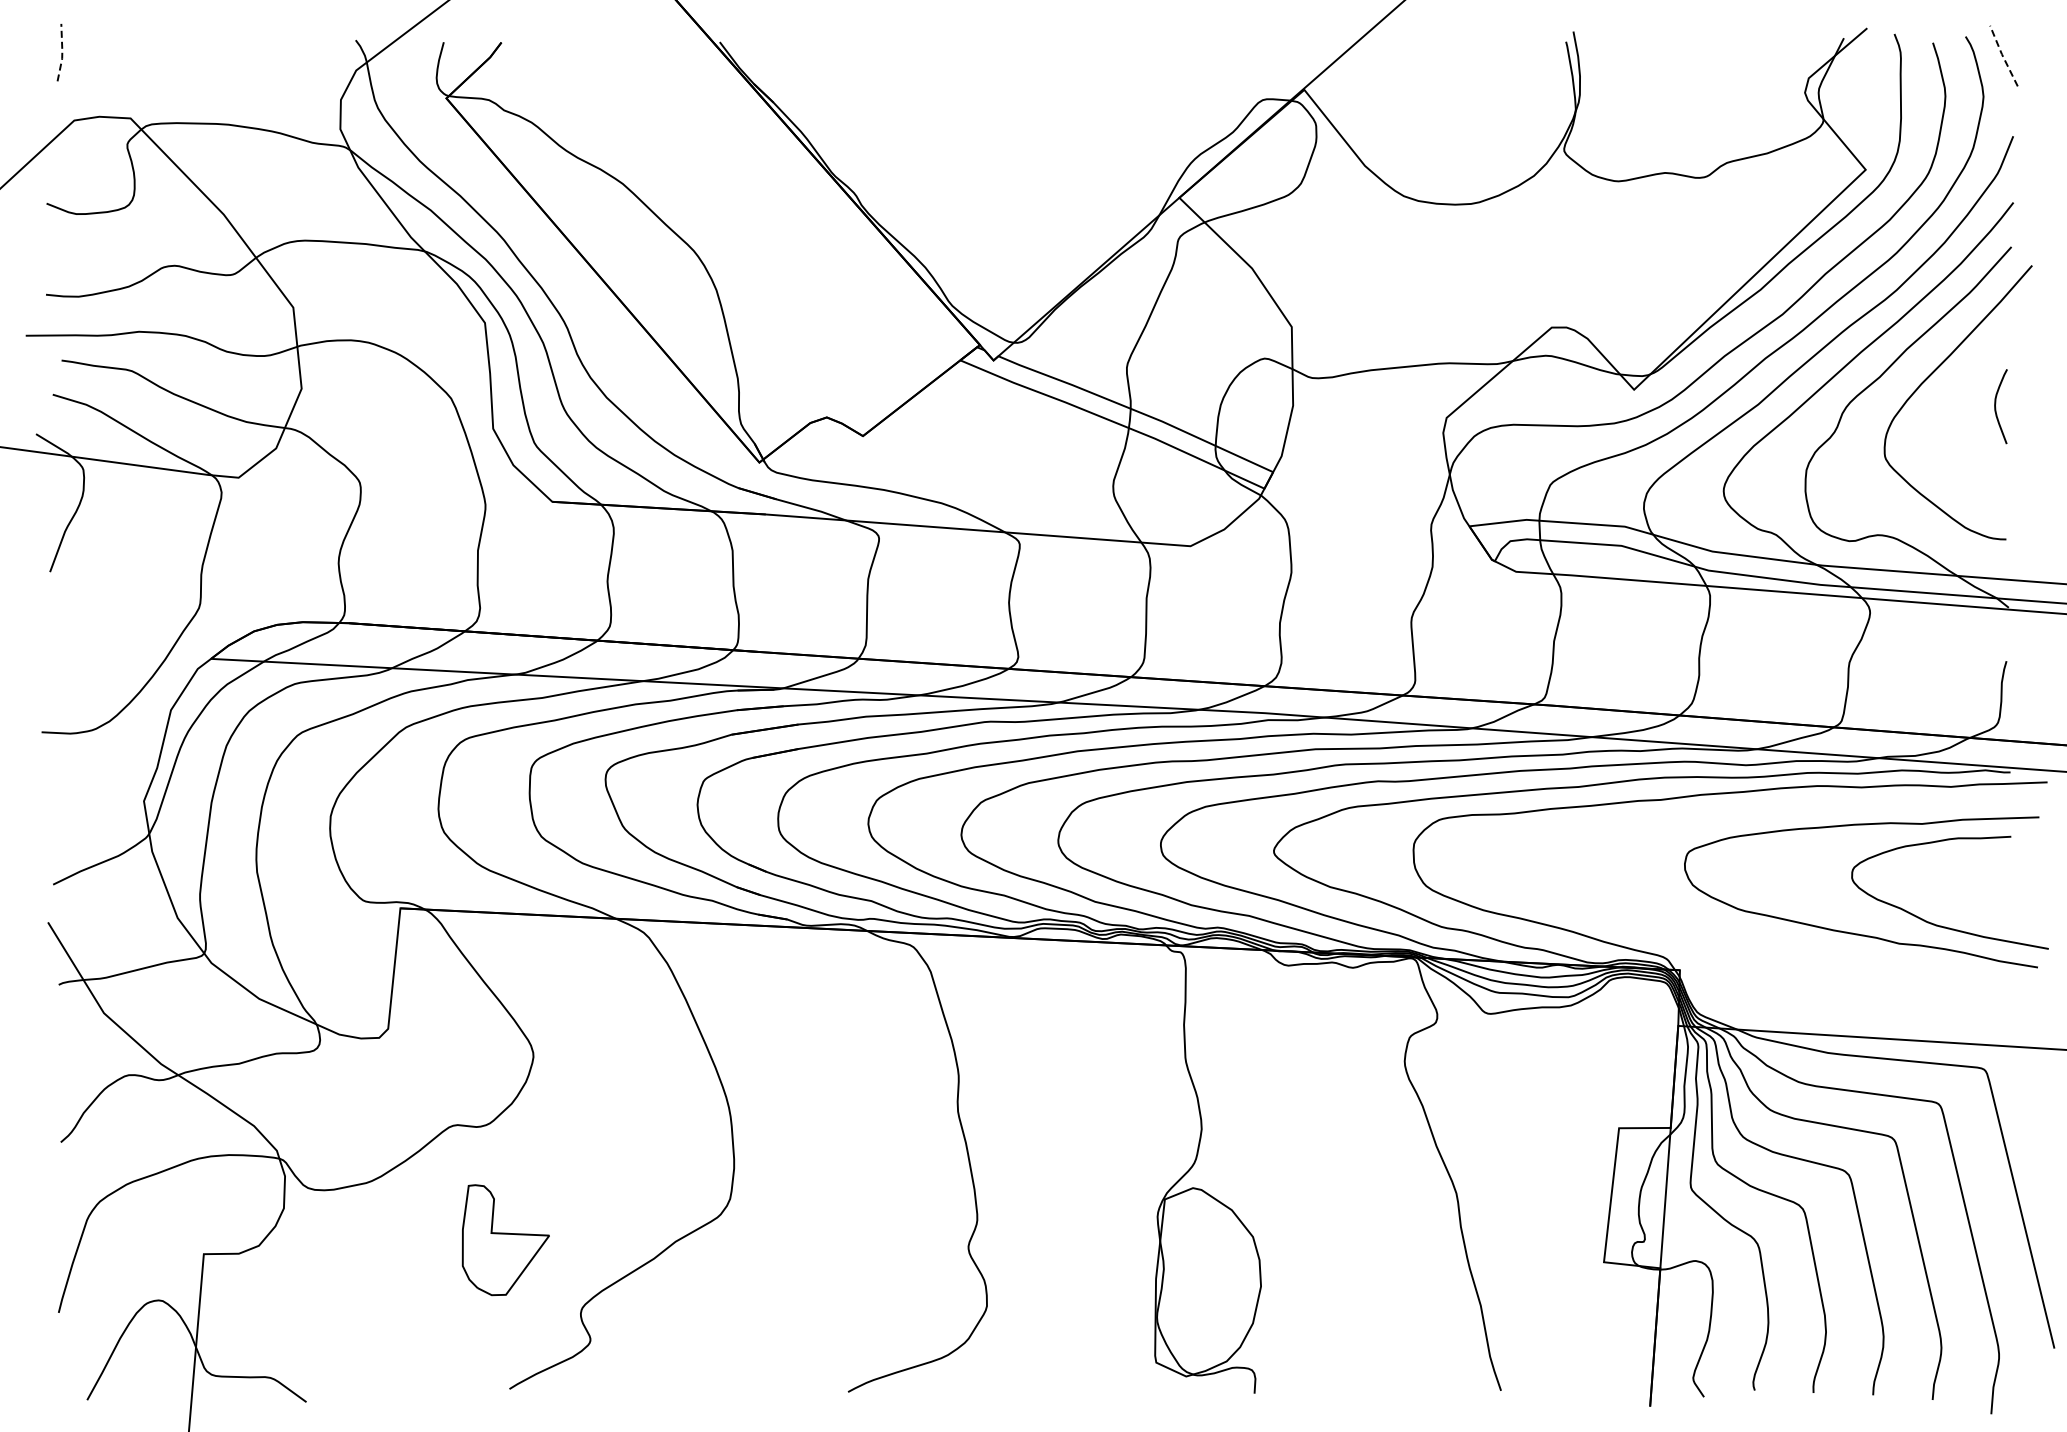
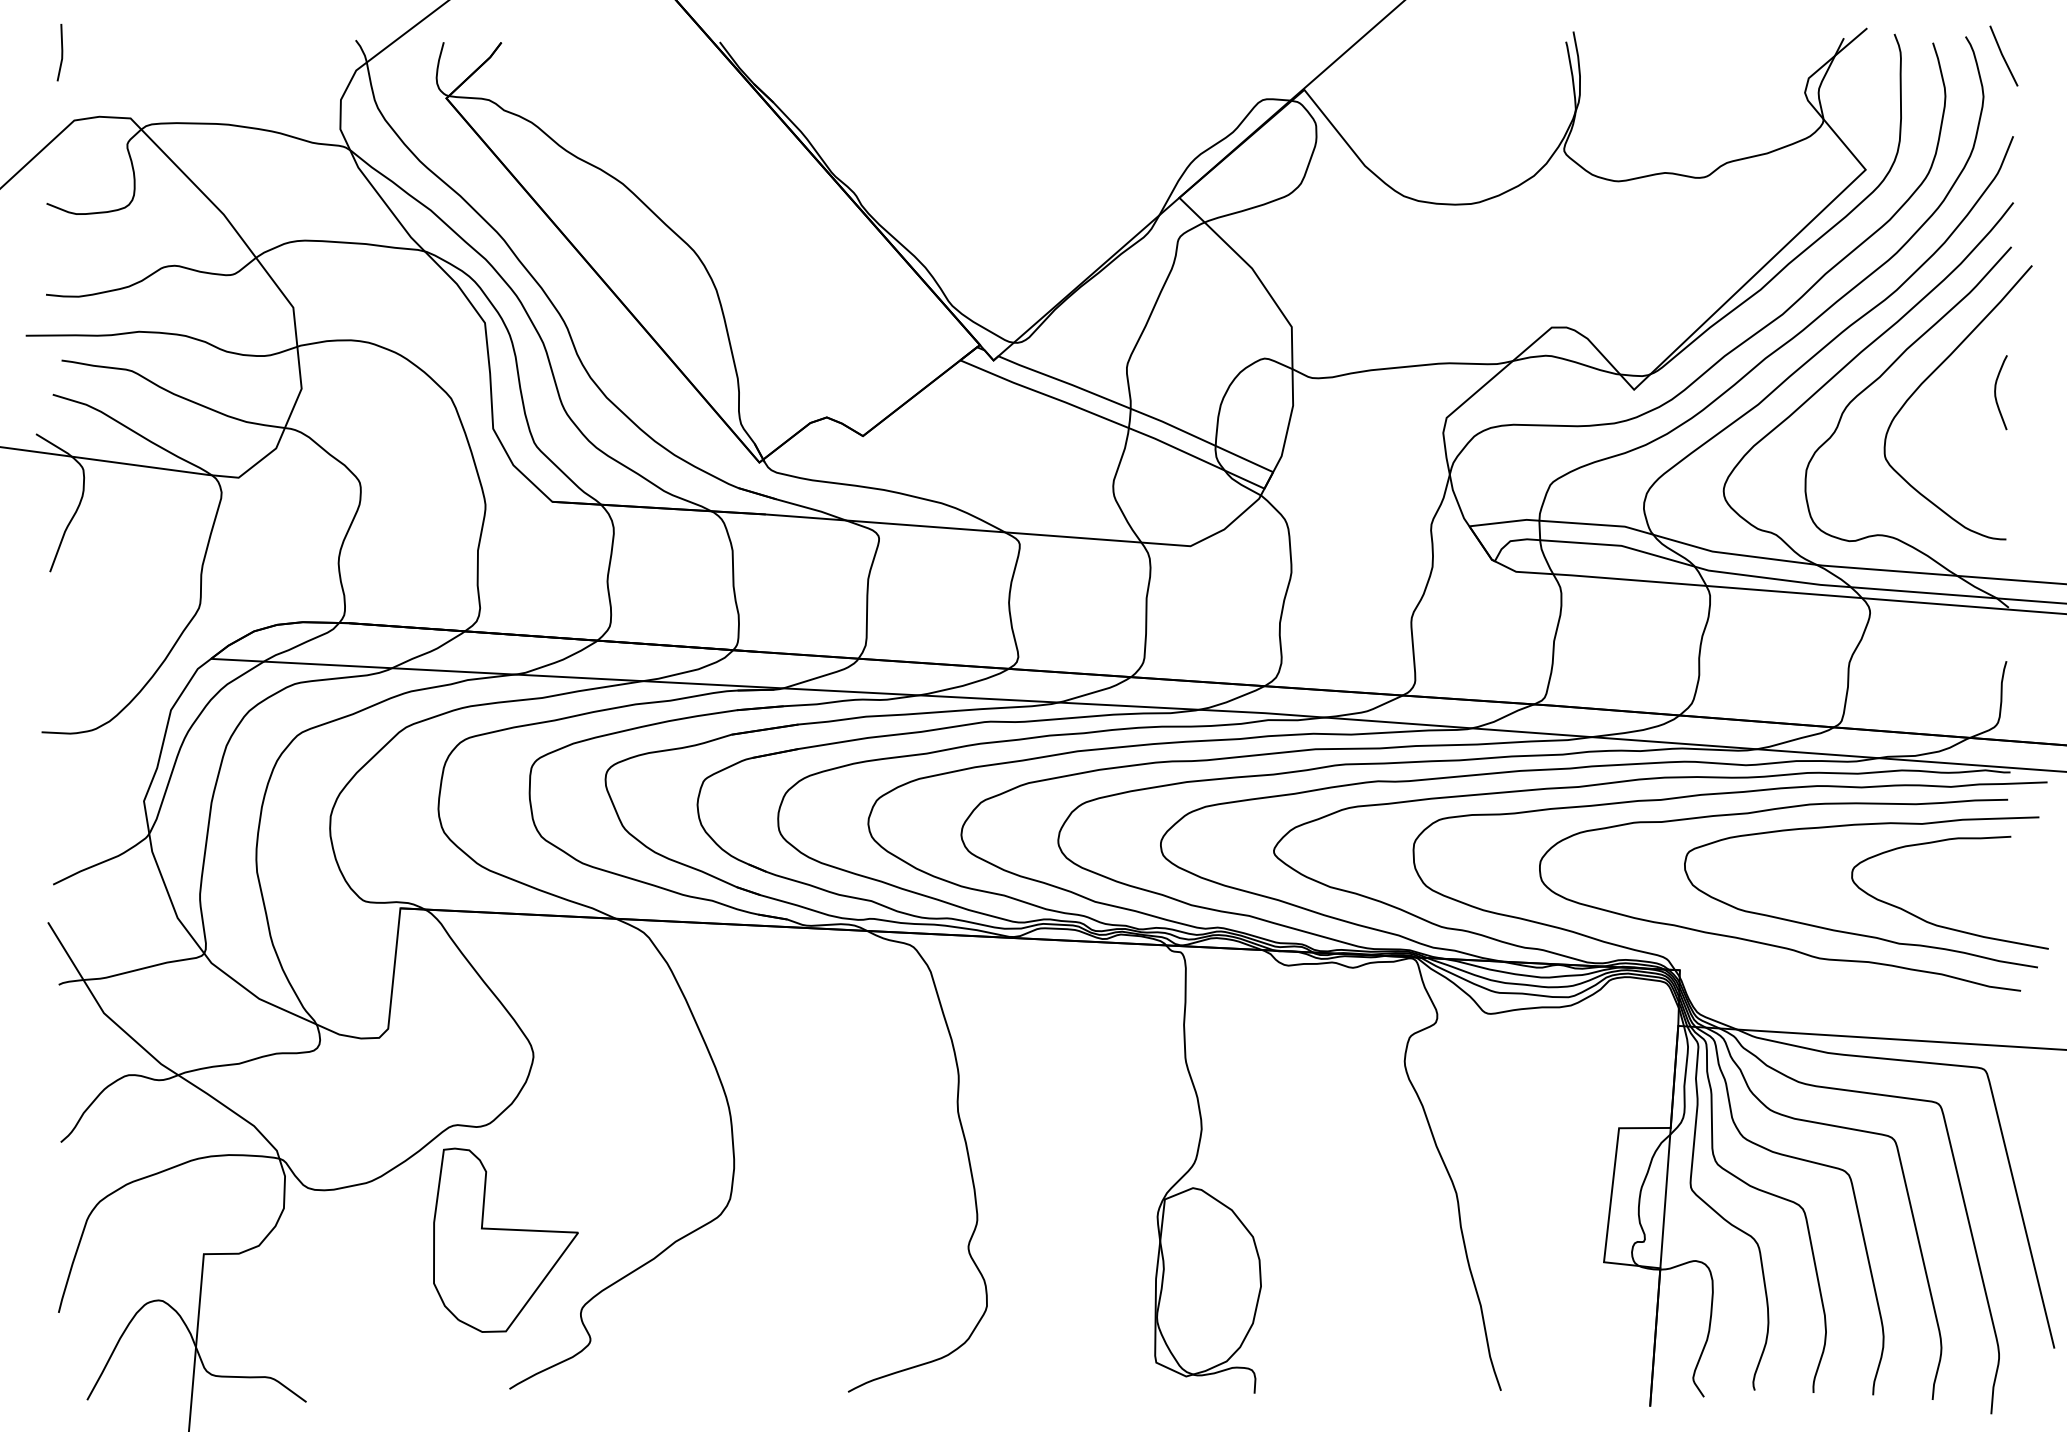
line at (62, 51): dashed -> solid
line at (2002, 56): dashed -> solid
curve at (1996, 407) position: (1996, 407) -> (1996, 393)
curve at (1769, 943): none -> present
part at (505, 1240) size: 89x113 px -> 146x186 px
